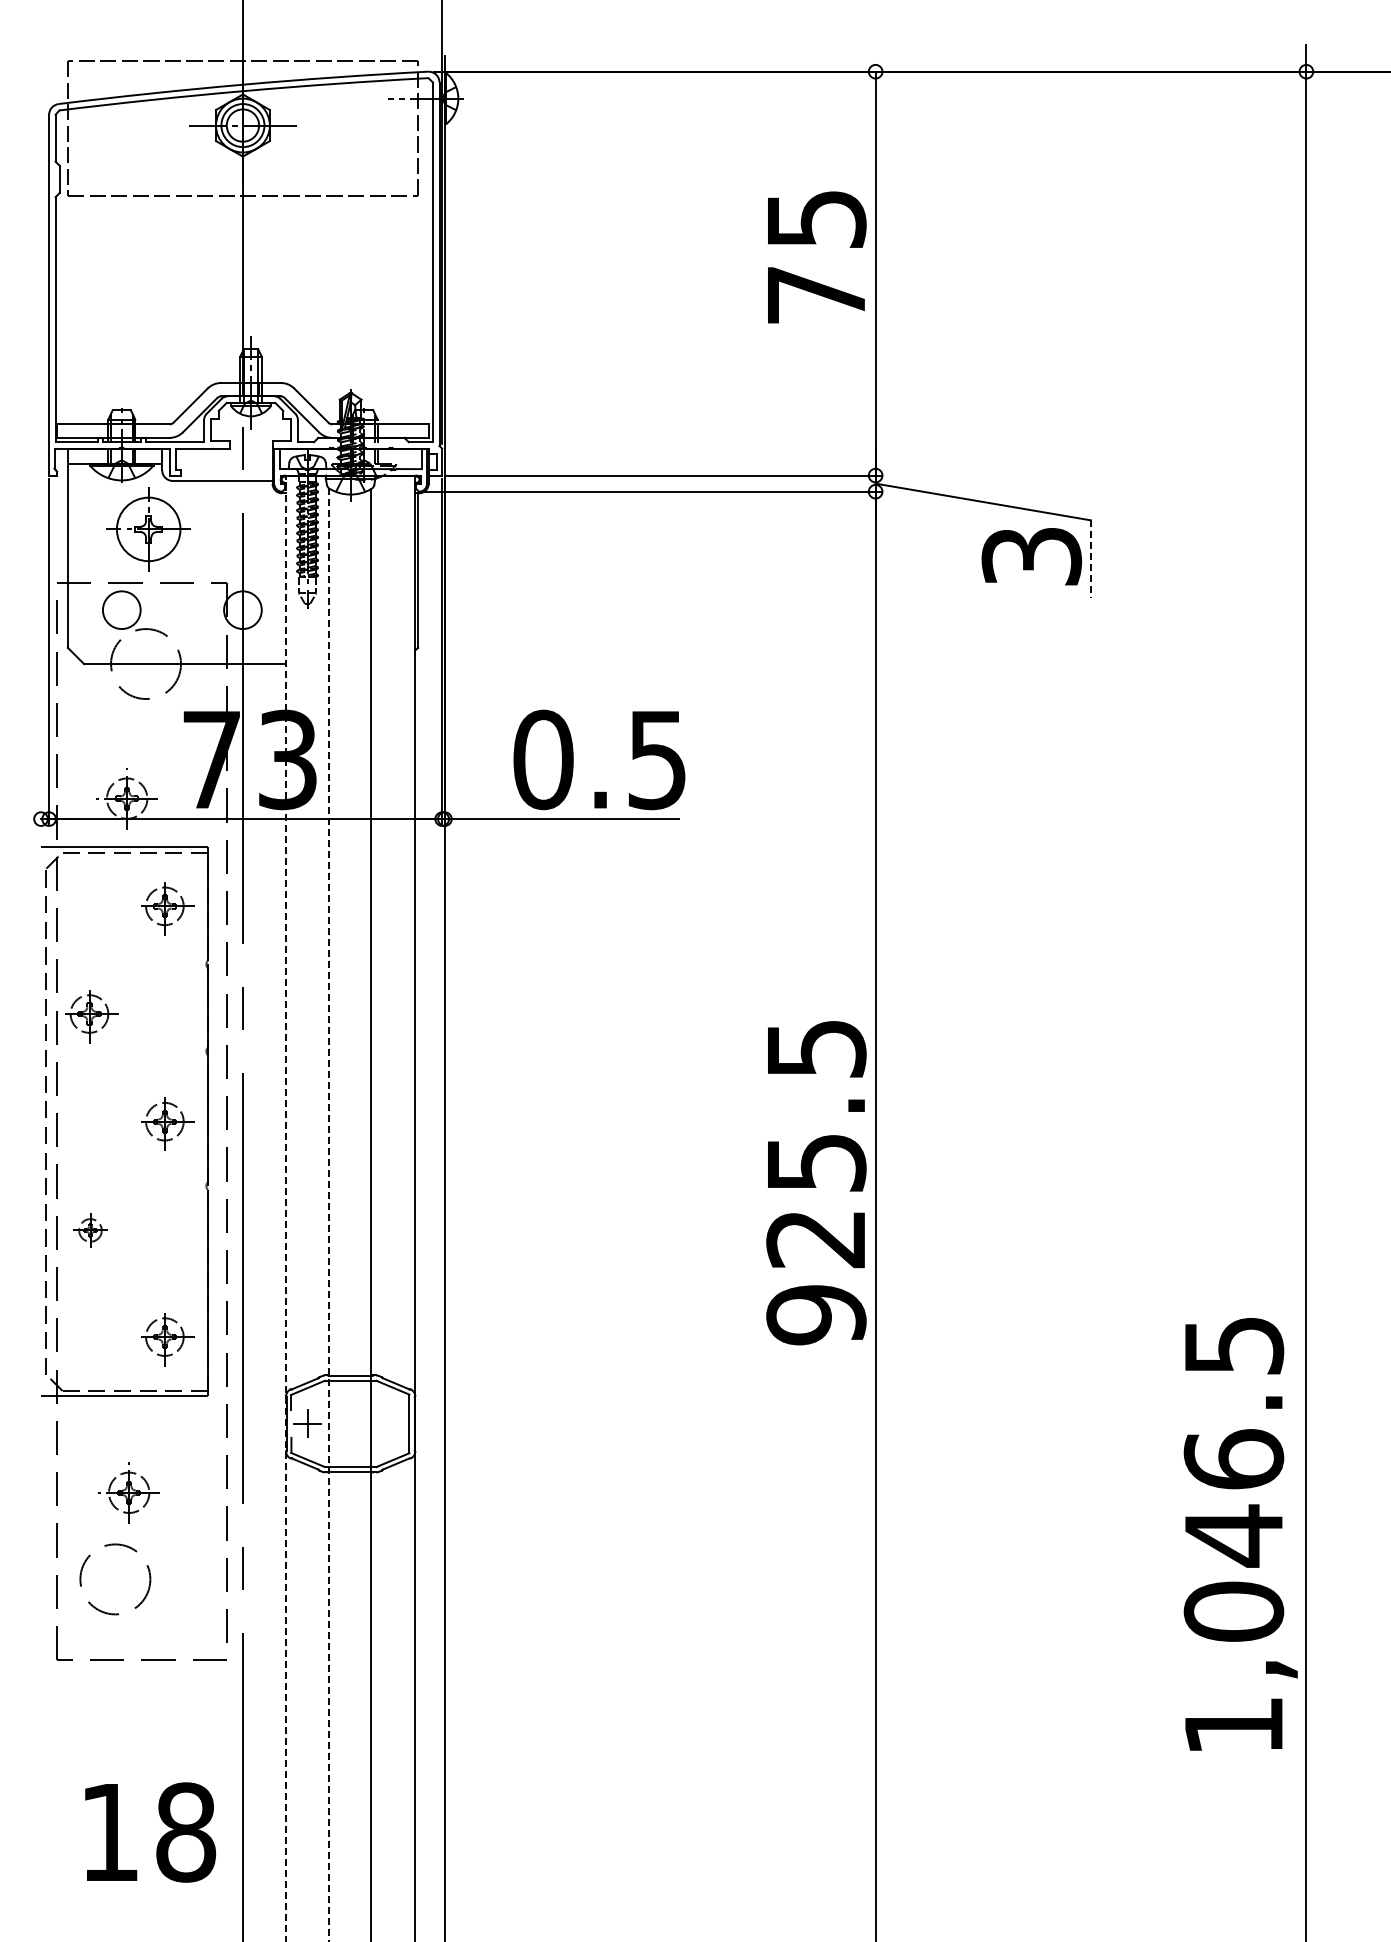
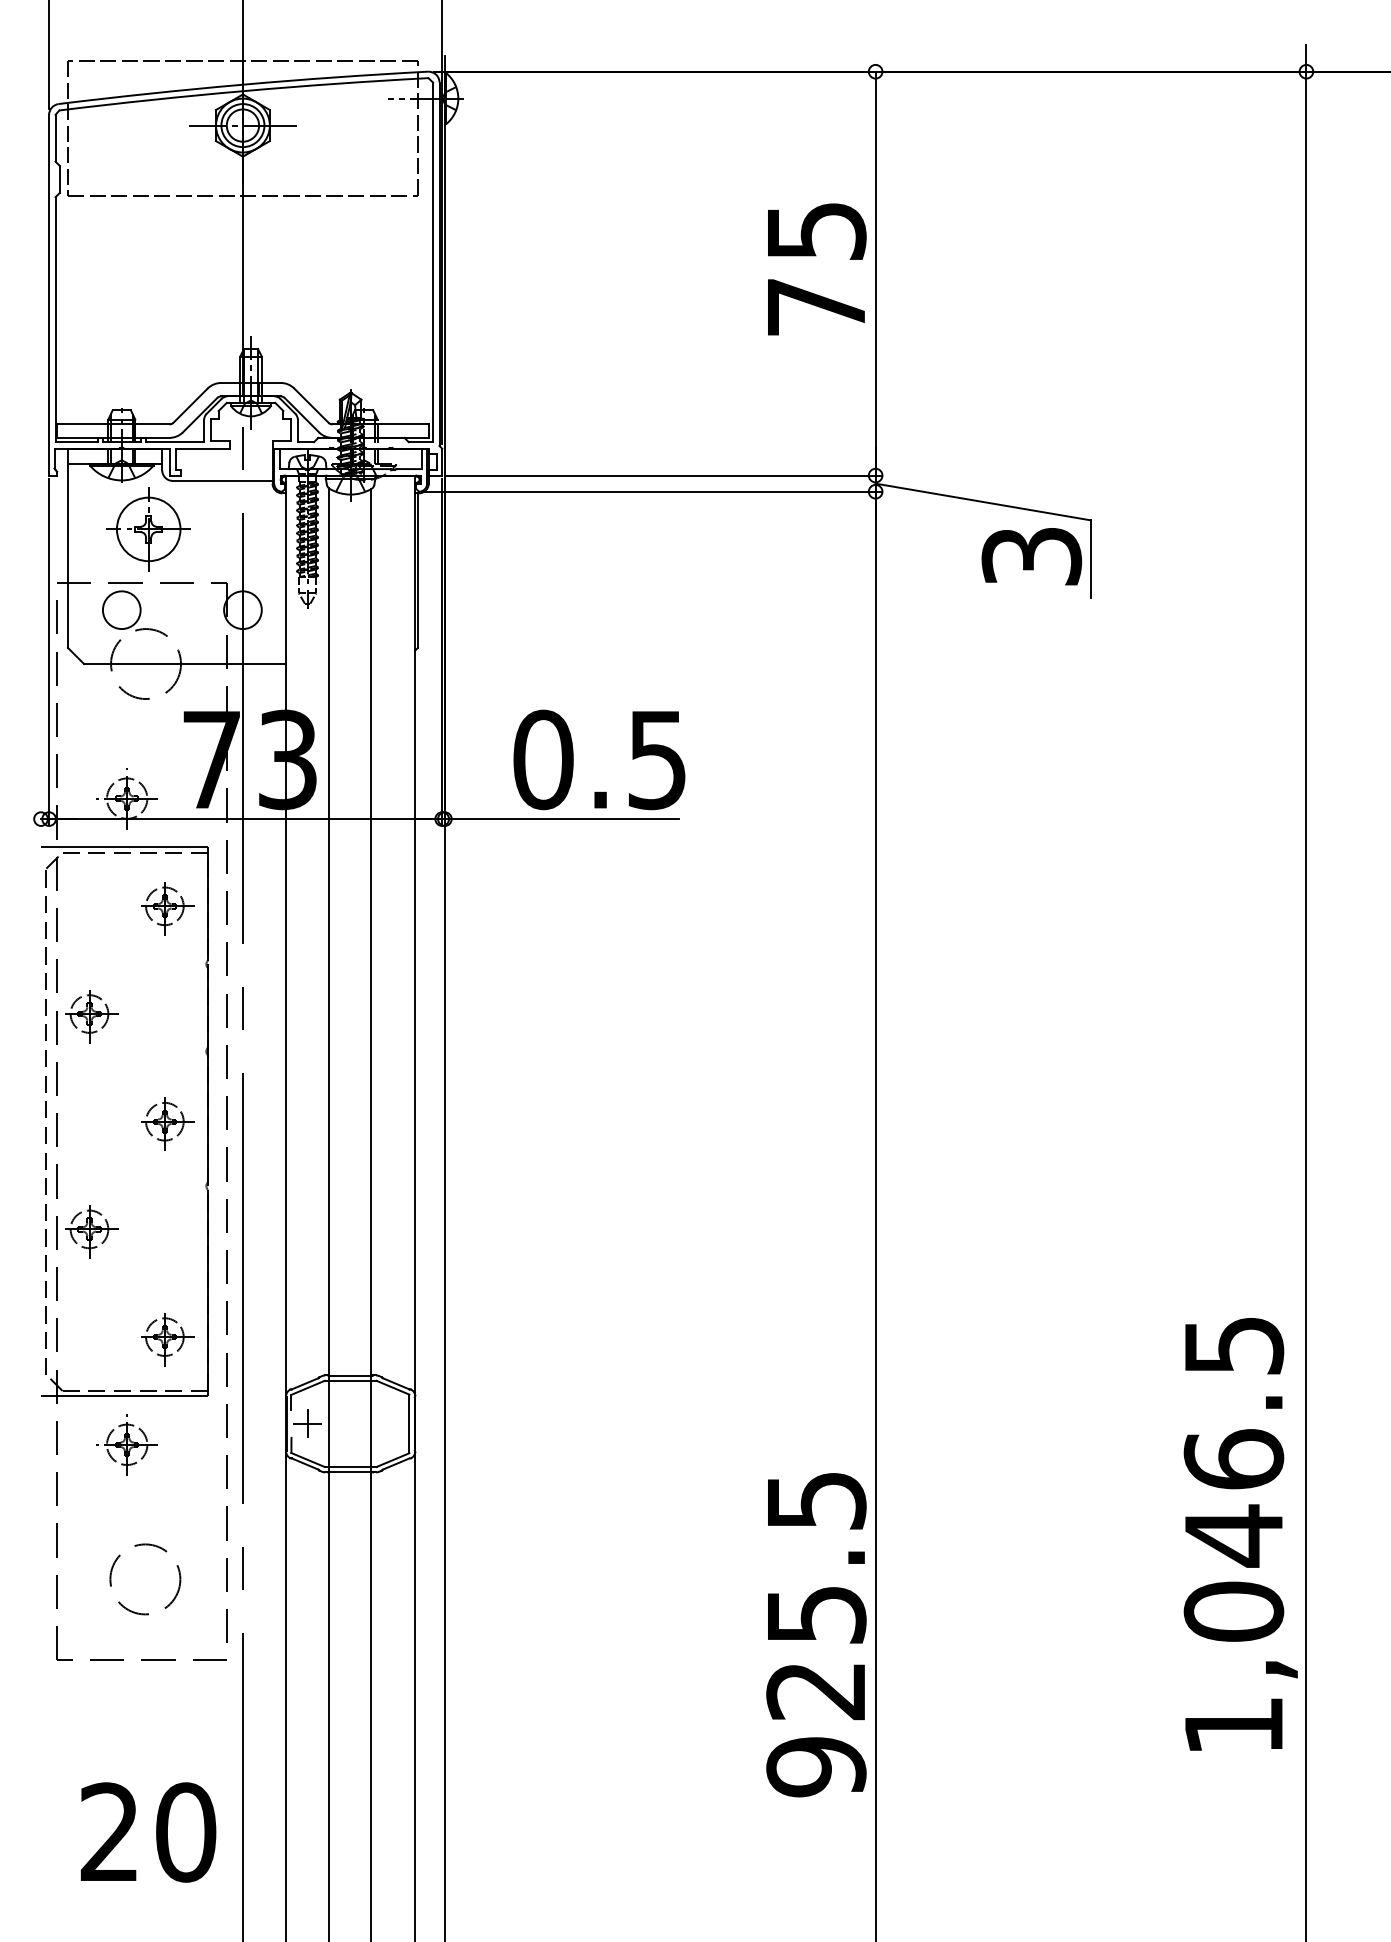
line at (49, 55): none -> present
text at (817, 257) position: (817, 257) -> (817, 269)
line at (1091, 559): dashed -> solid
text at (816, 1183) position: (816, 1183) -> (816, 1635)
line at (286, 1208): dashed -> solid
line at (328, 1215): dashed -> solid
part at (90, 1230) size: 35x35 px -> 54x54 px
part at (128, 1492) position: (128, 1492) -> (126, 1444)
circle at (115, 1579) position: (115, 1579) -> (145, 1579)
text at (148, 1832): 18 -> 20
